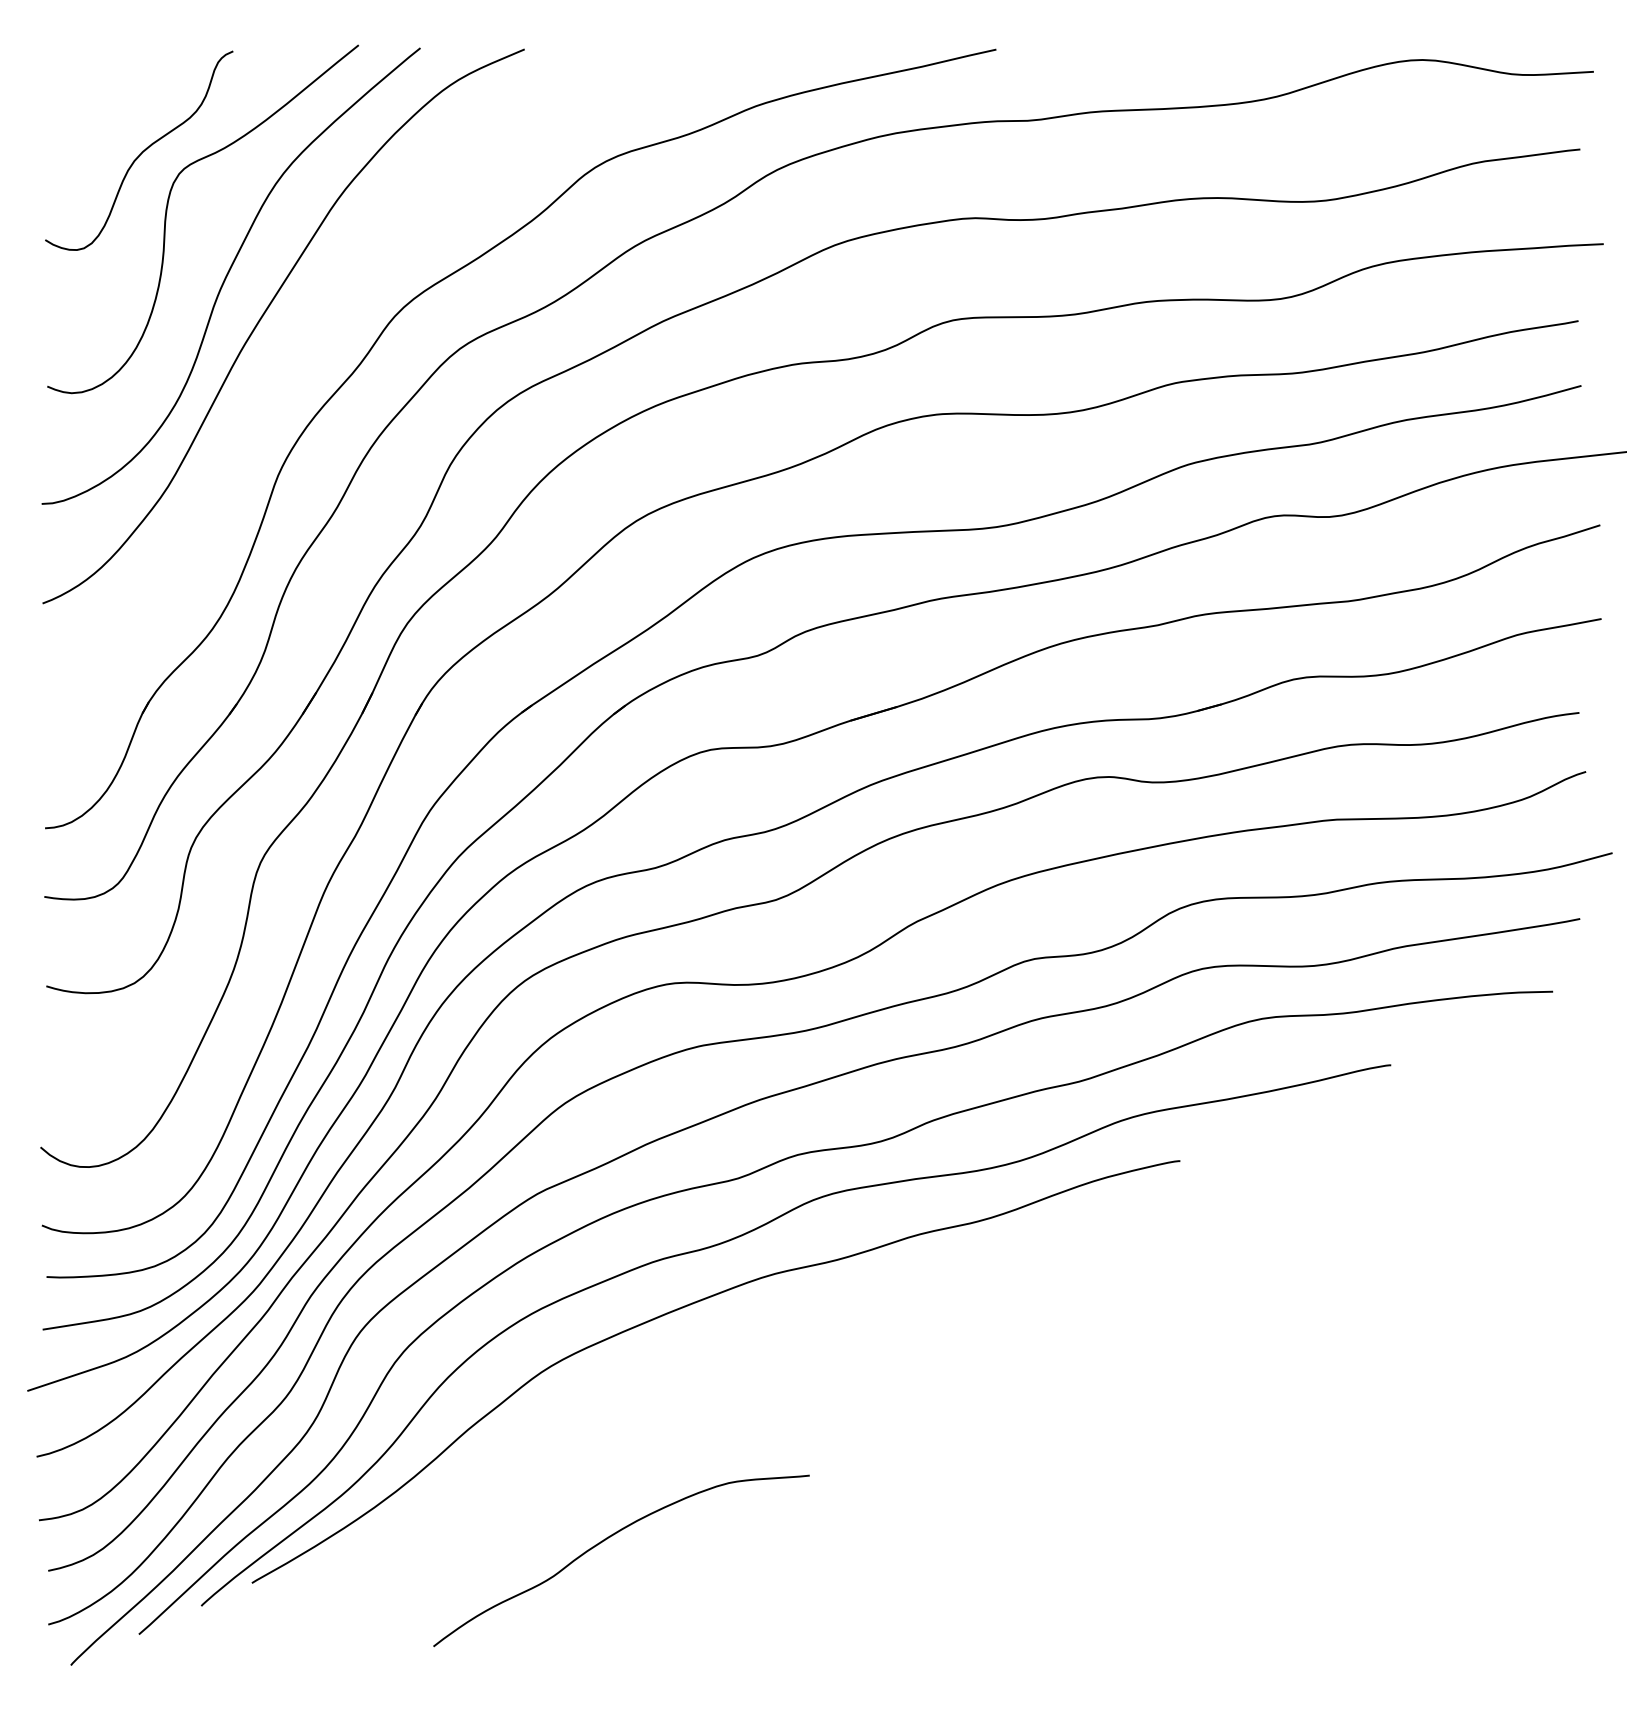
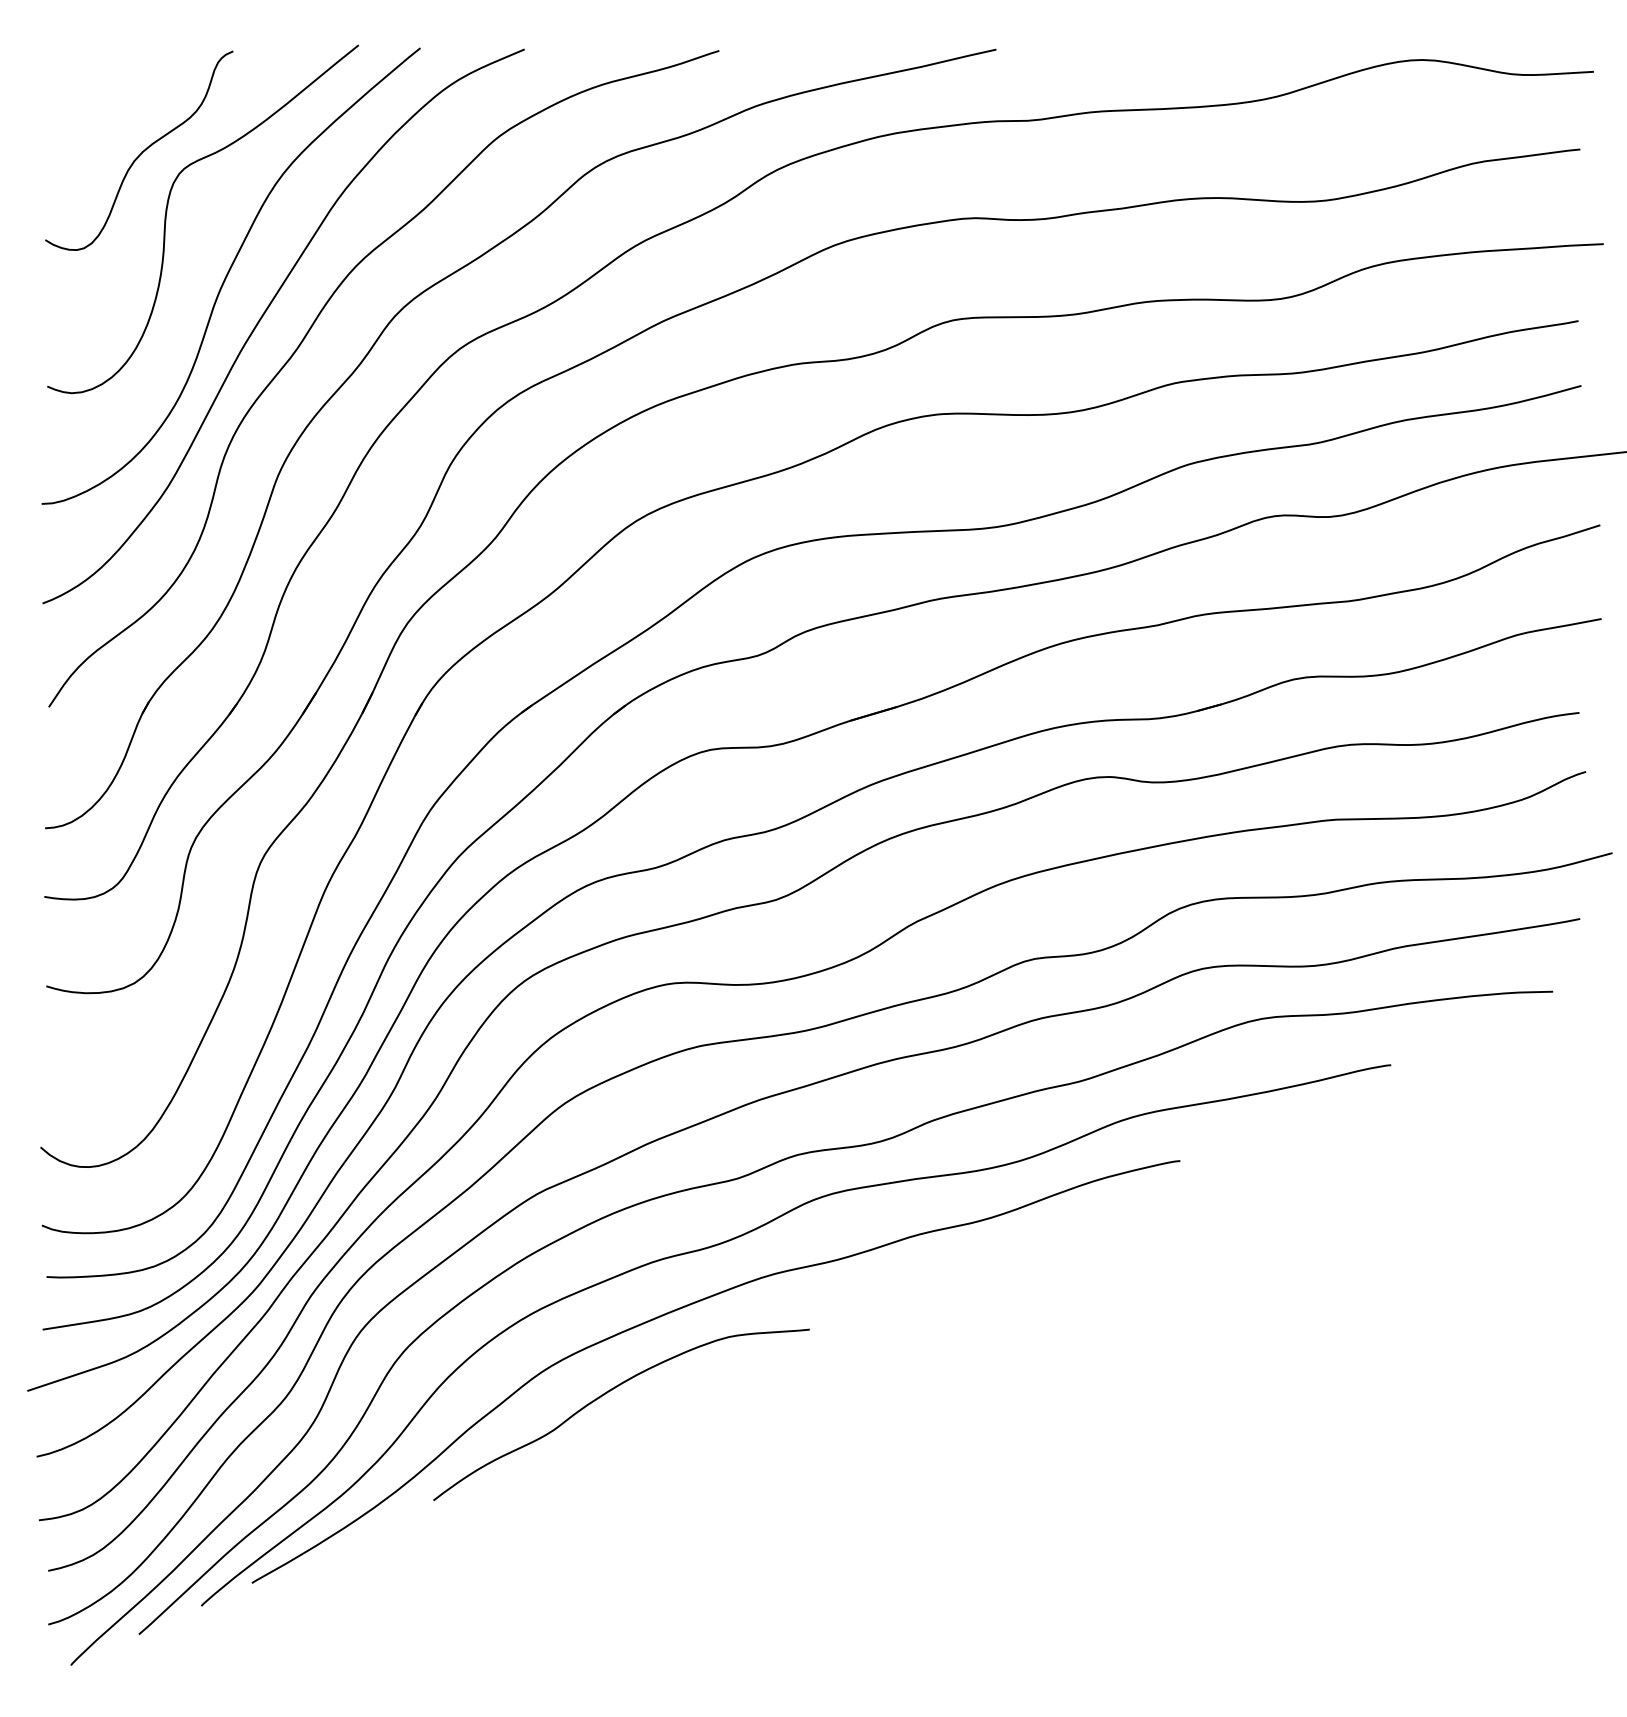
curve at (307, 335): none -> present
curve at (607, 1539) position: (607, 1539) -> (607, 1393)
